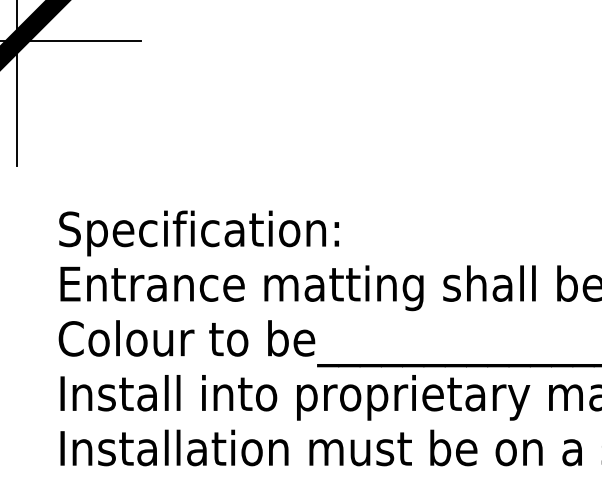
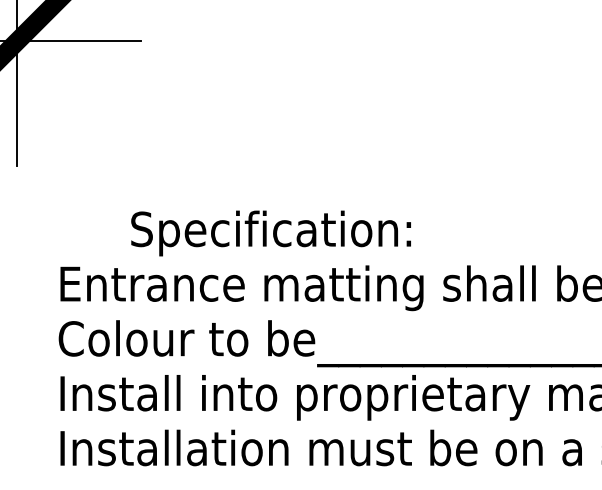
text at (198, 233) position: (198, 233) -> (270, 233)
